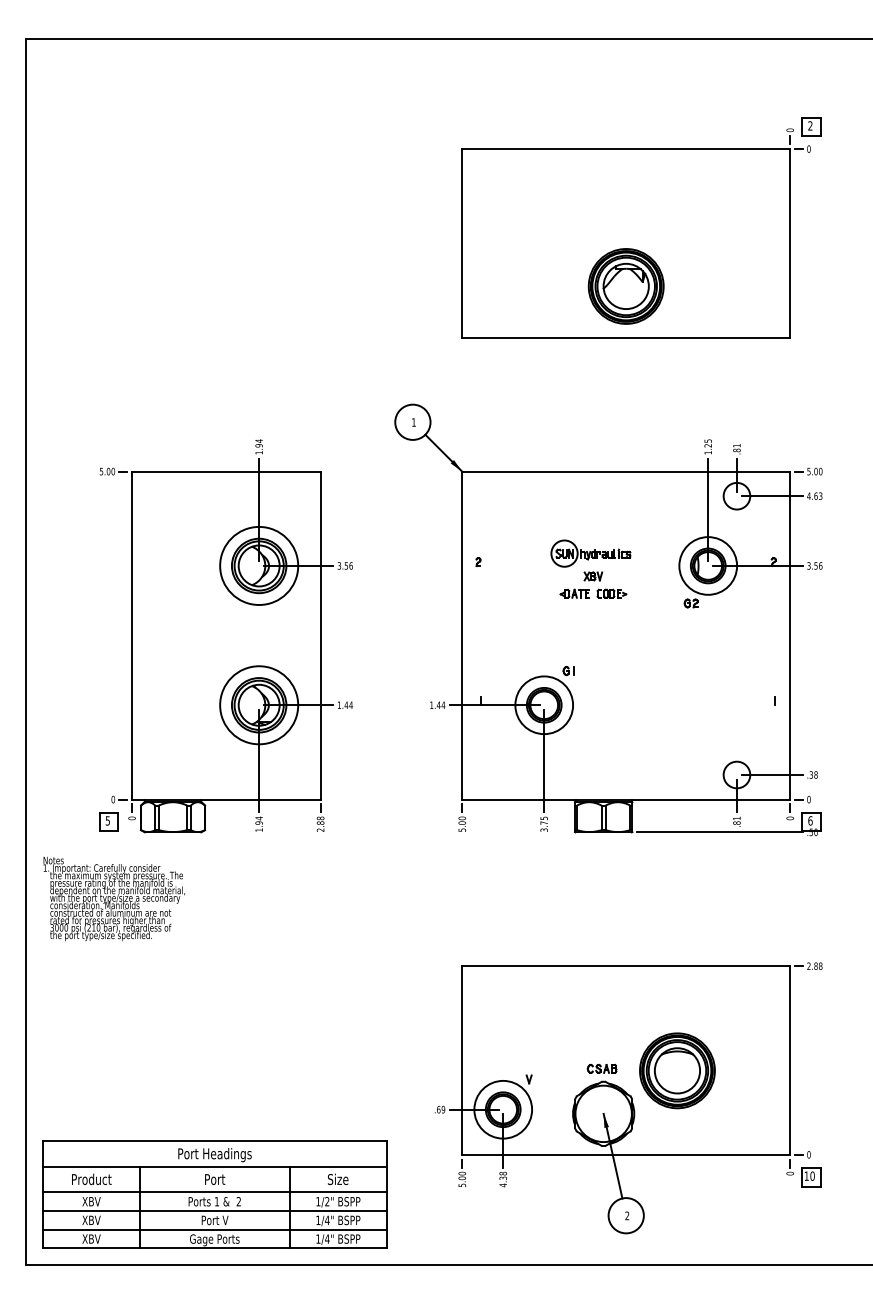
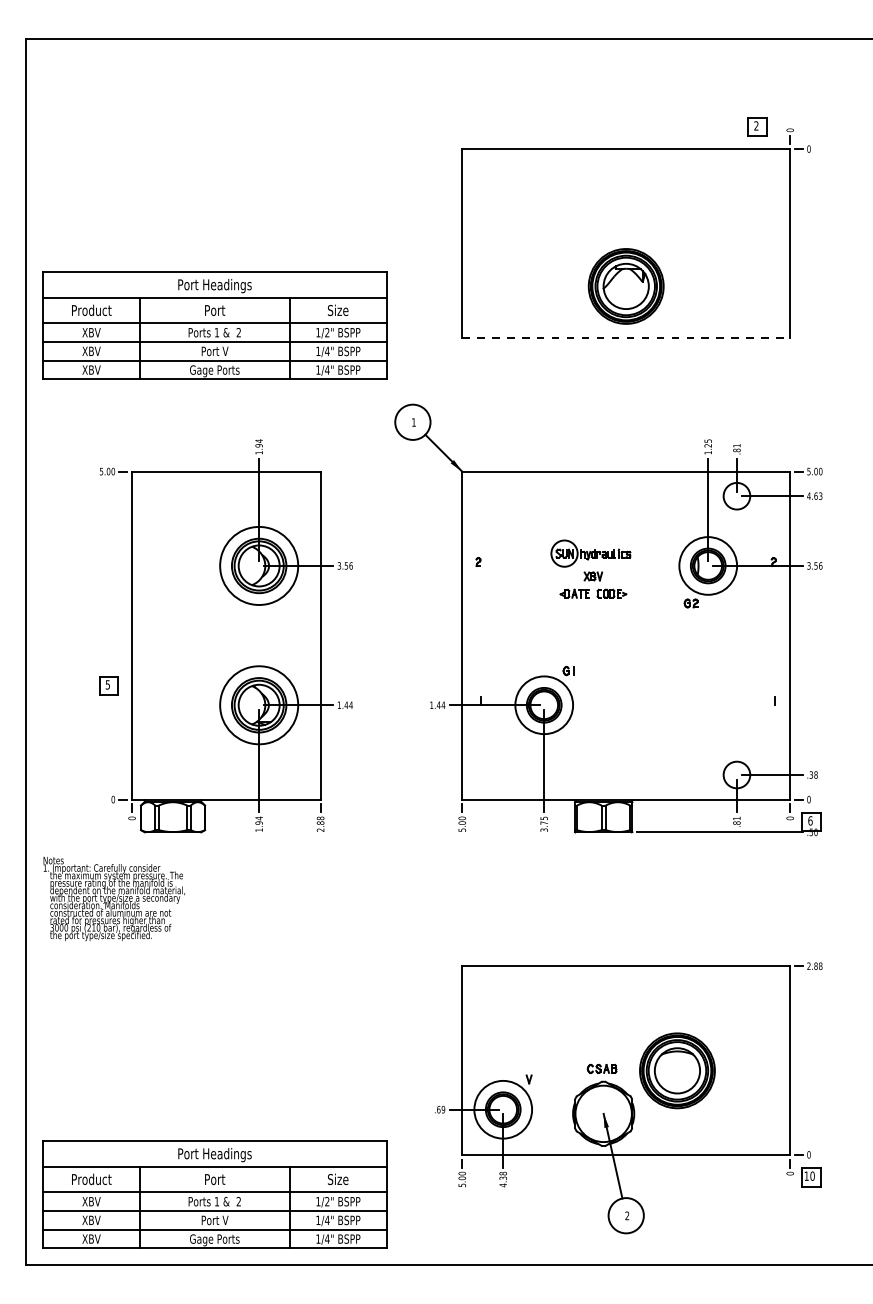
part at (811, 126) position: (811, 126) -> (757, 126)
part at (214, 325): none -> present
line at (626, 337): solid -> dashed
part at (108, 821) position: (108, 821) -> (108, 685)
